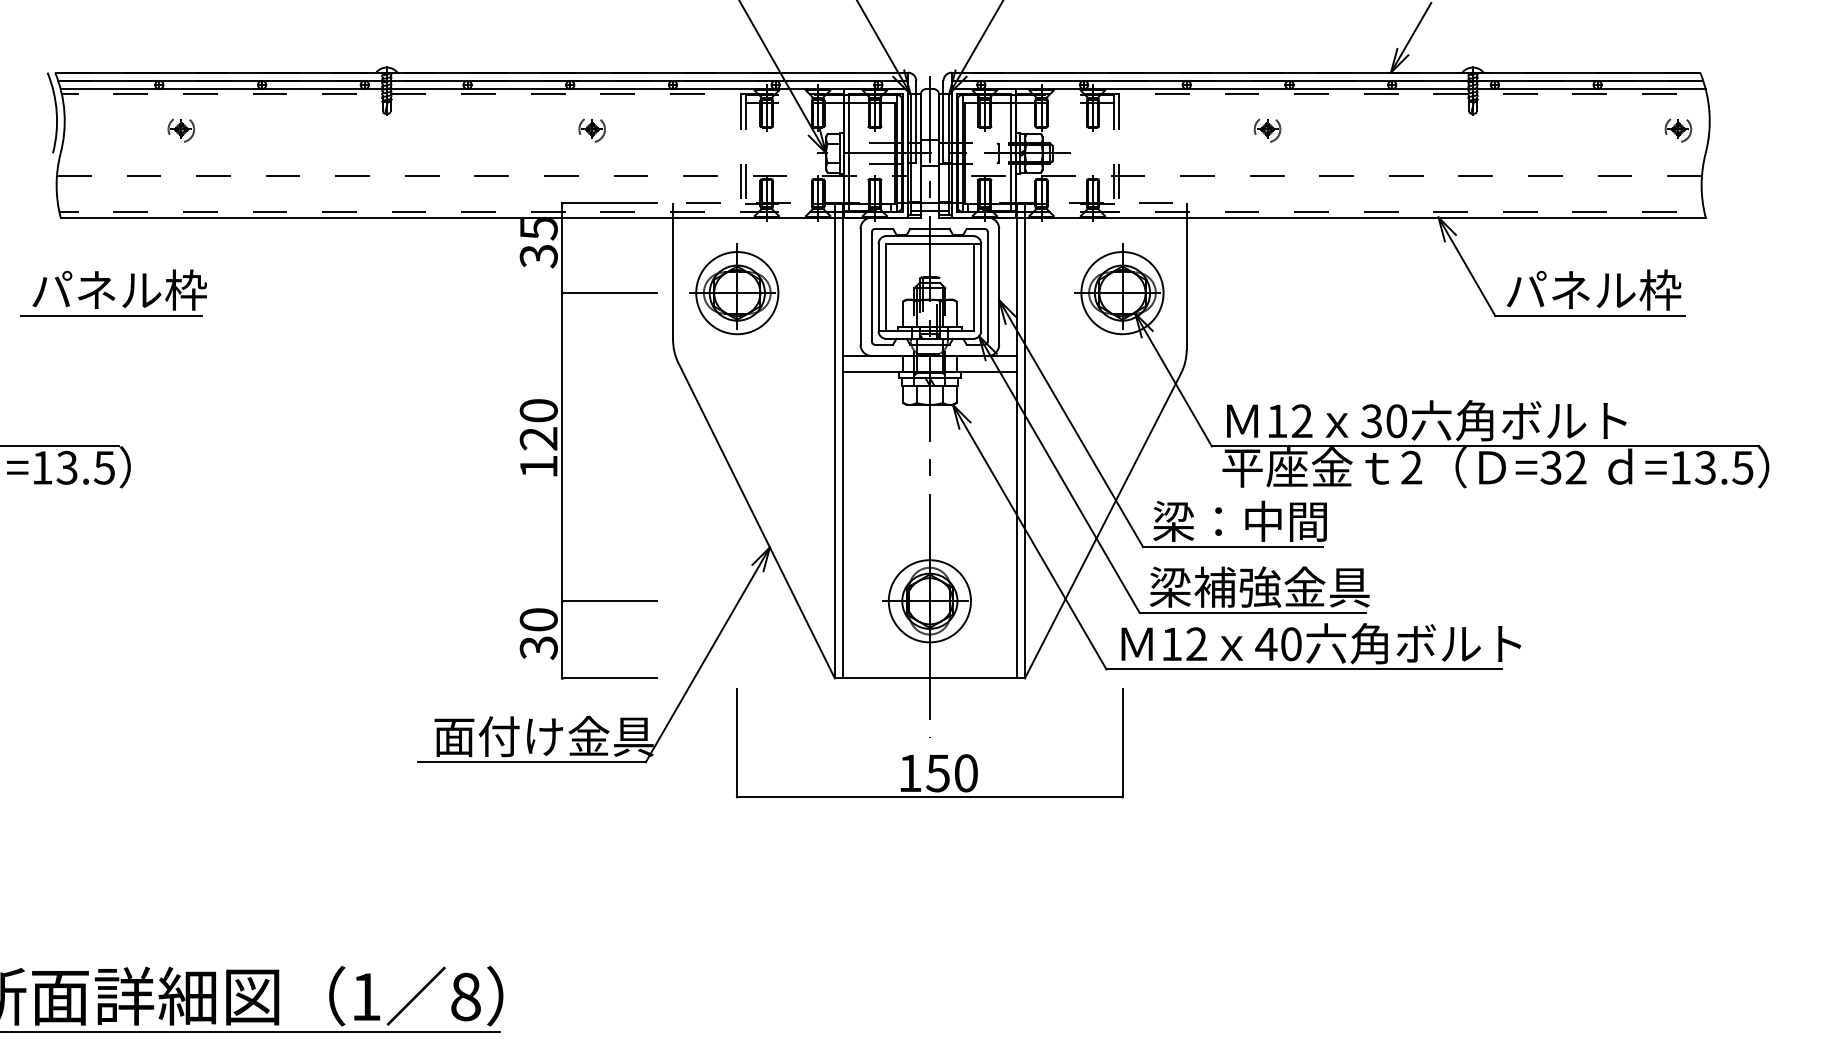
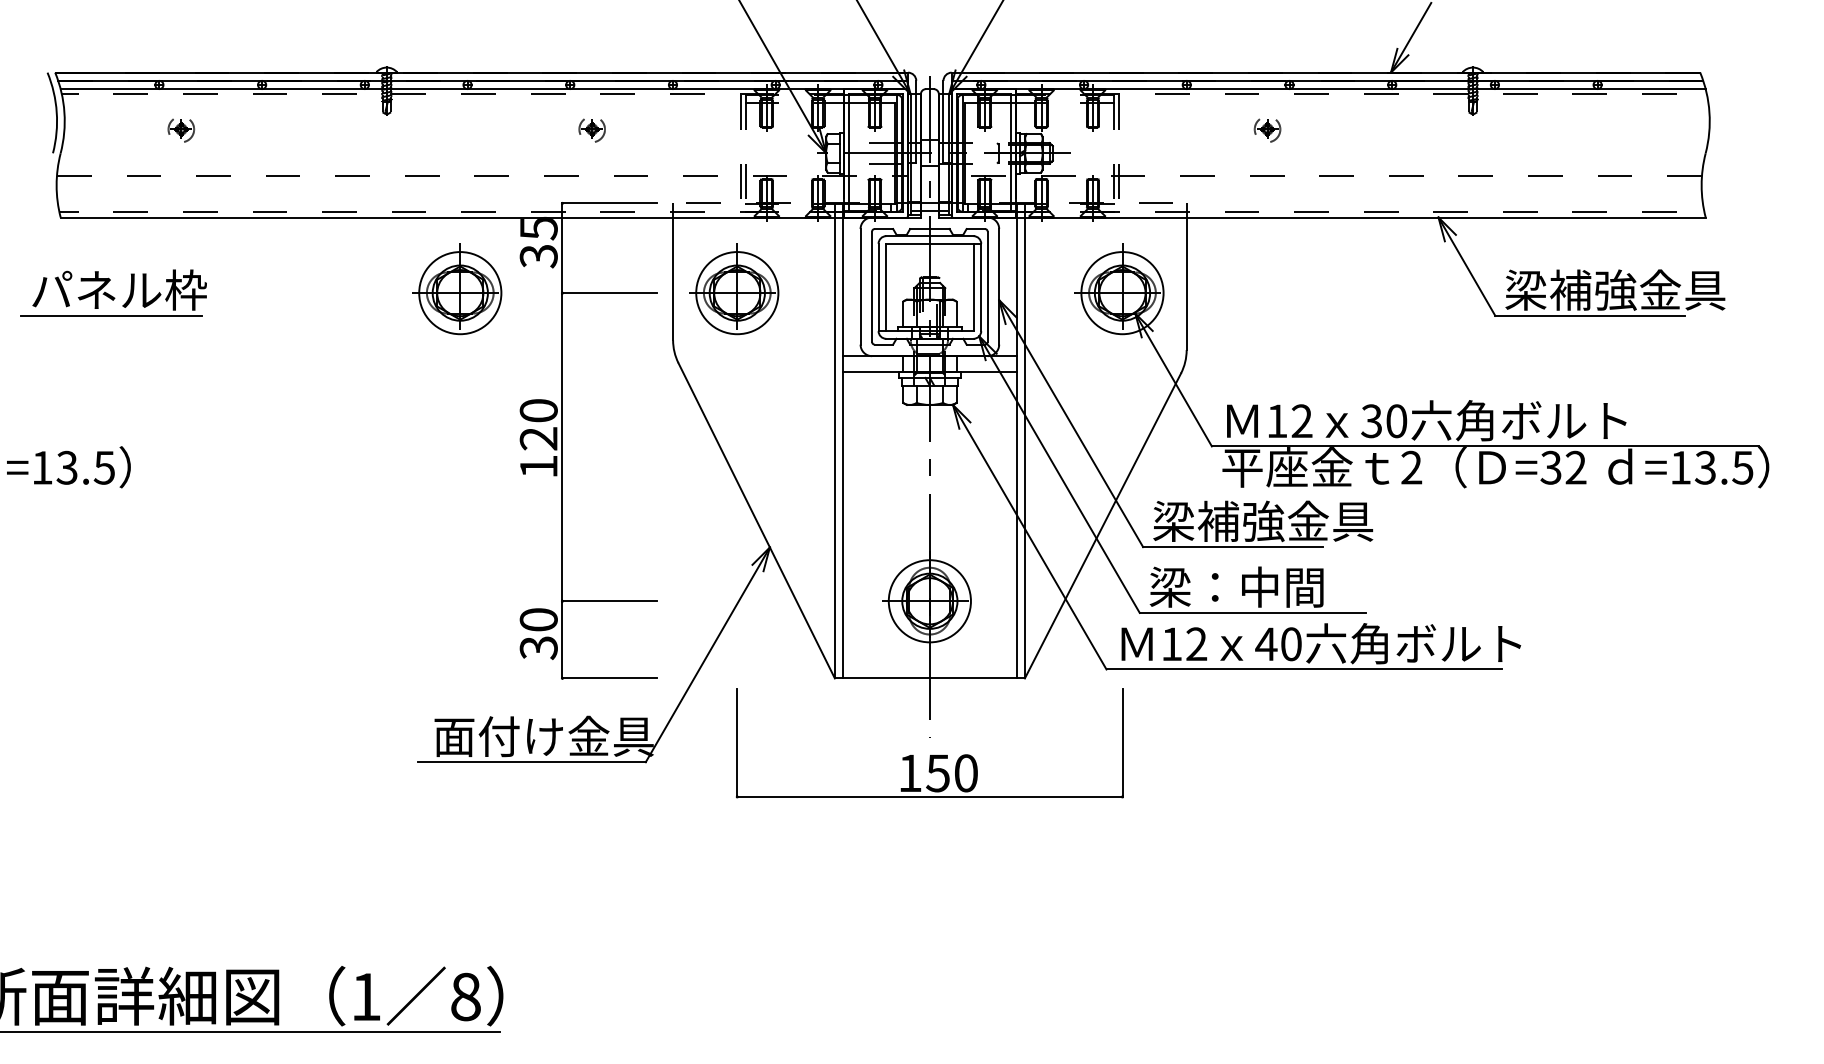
part at (1678, 130): present -> none
part at (457, 289): none -> present
text at (1615, 289): パネル枠 -> 梁補強金具
line at (60, 446): present -> none
text at (1285, 521): 梁：中間 -> 梁補強金具
text at (1281, 586): 梁補強金具 -> 梁：中間
